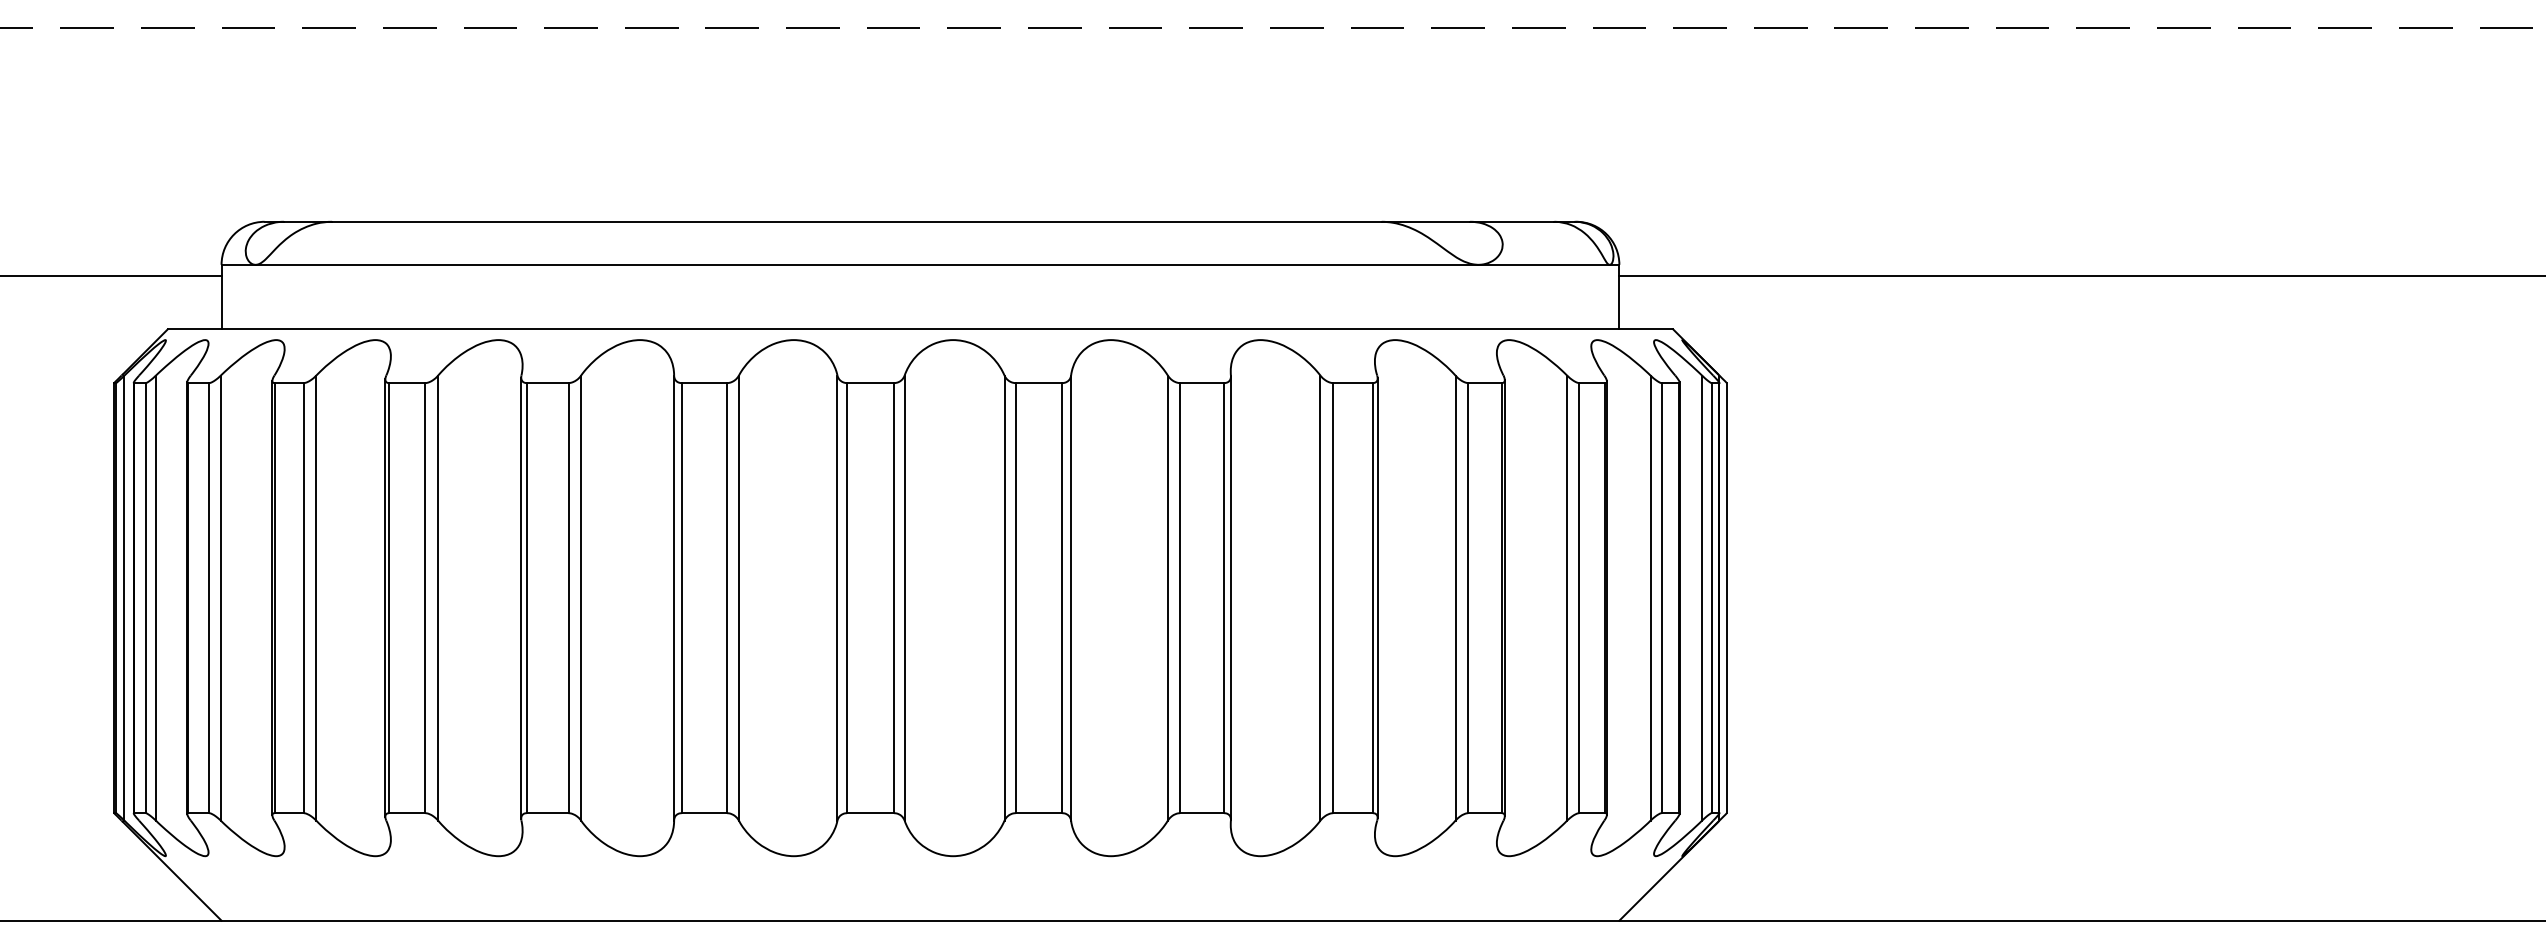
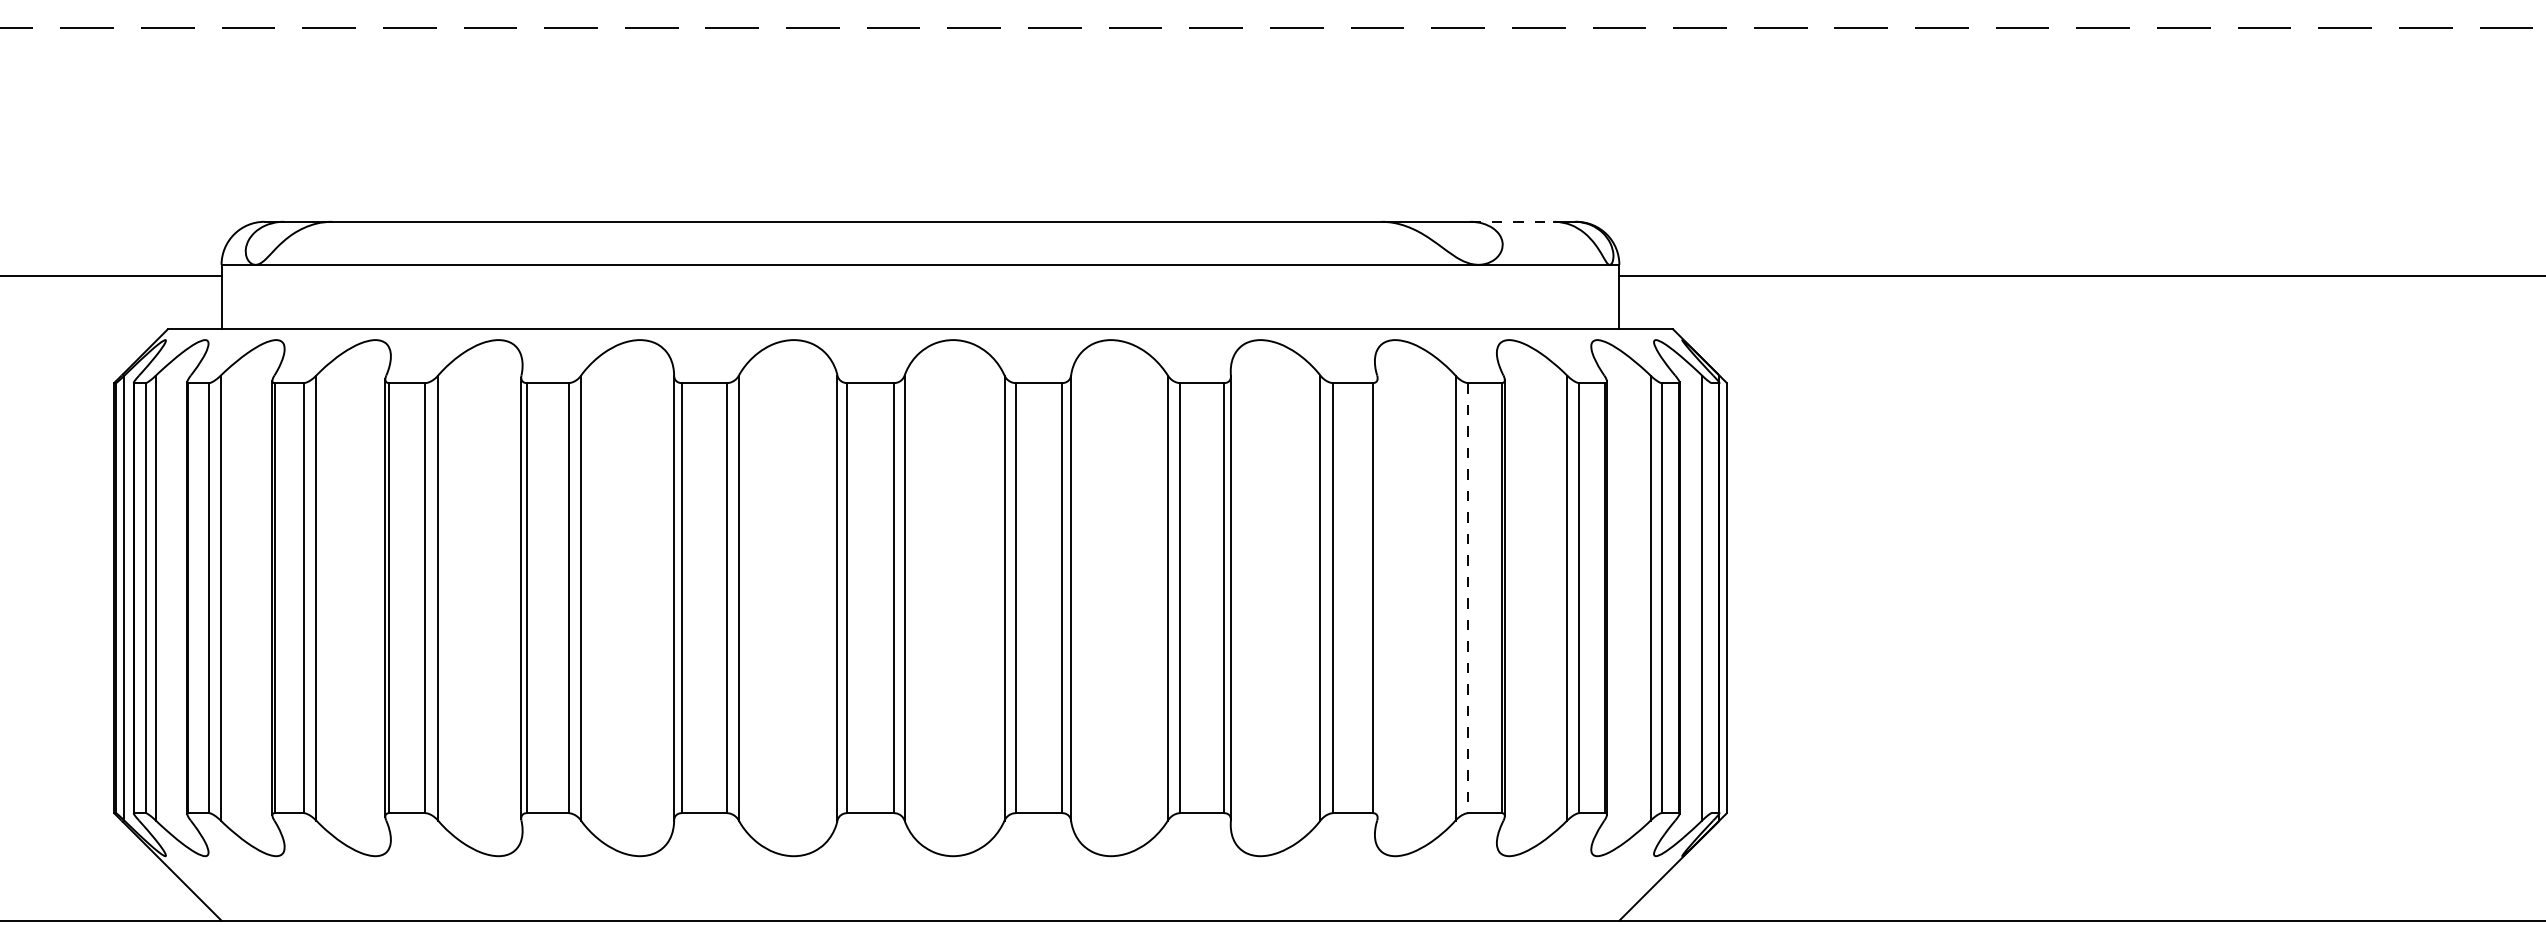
line at (1512, 221): solid -> dashed
line at (1377, 597): present -> none
line at (1468, 598): solid -> dashed
line at (1711, 598): present -> none
